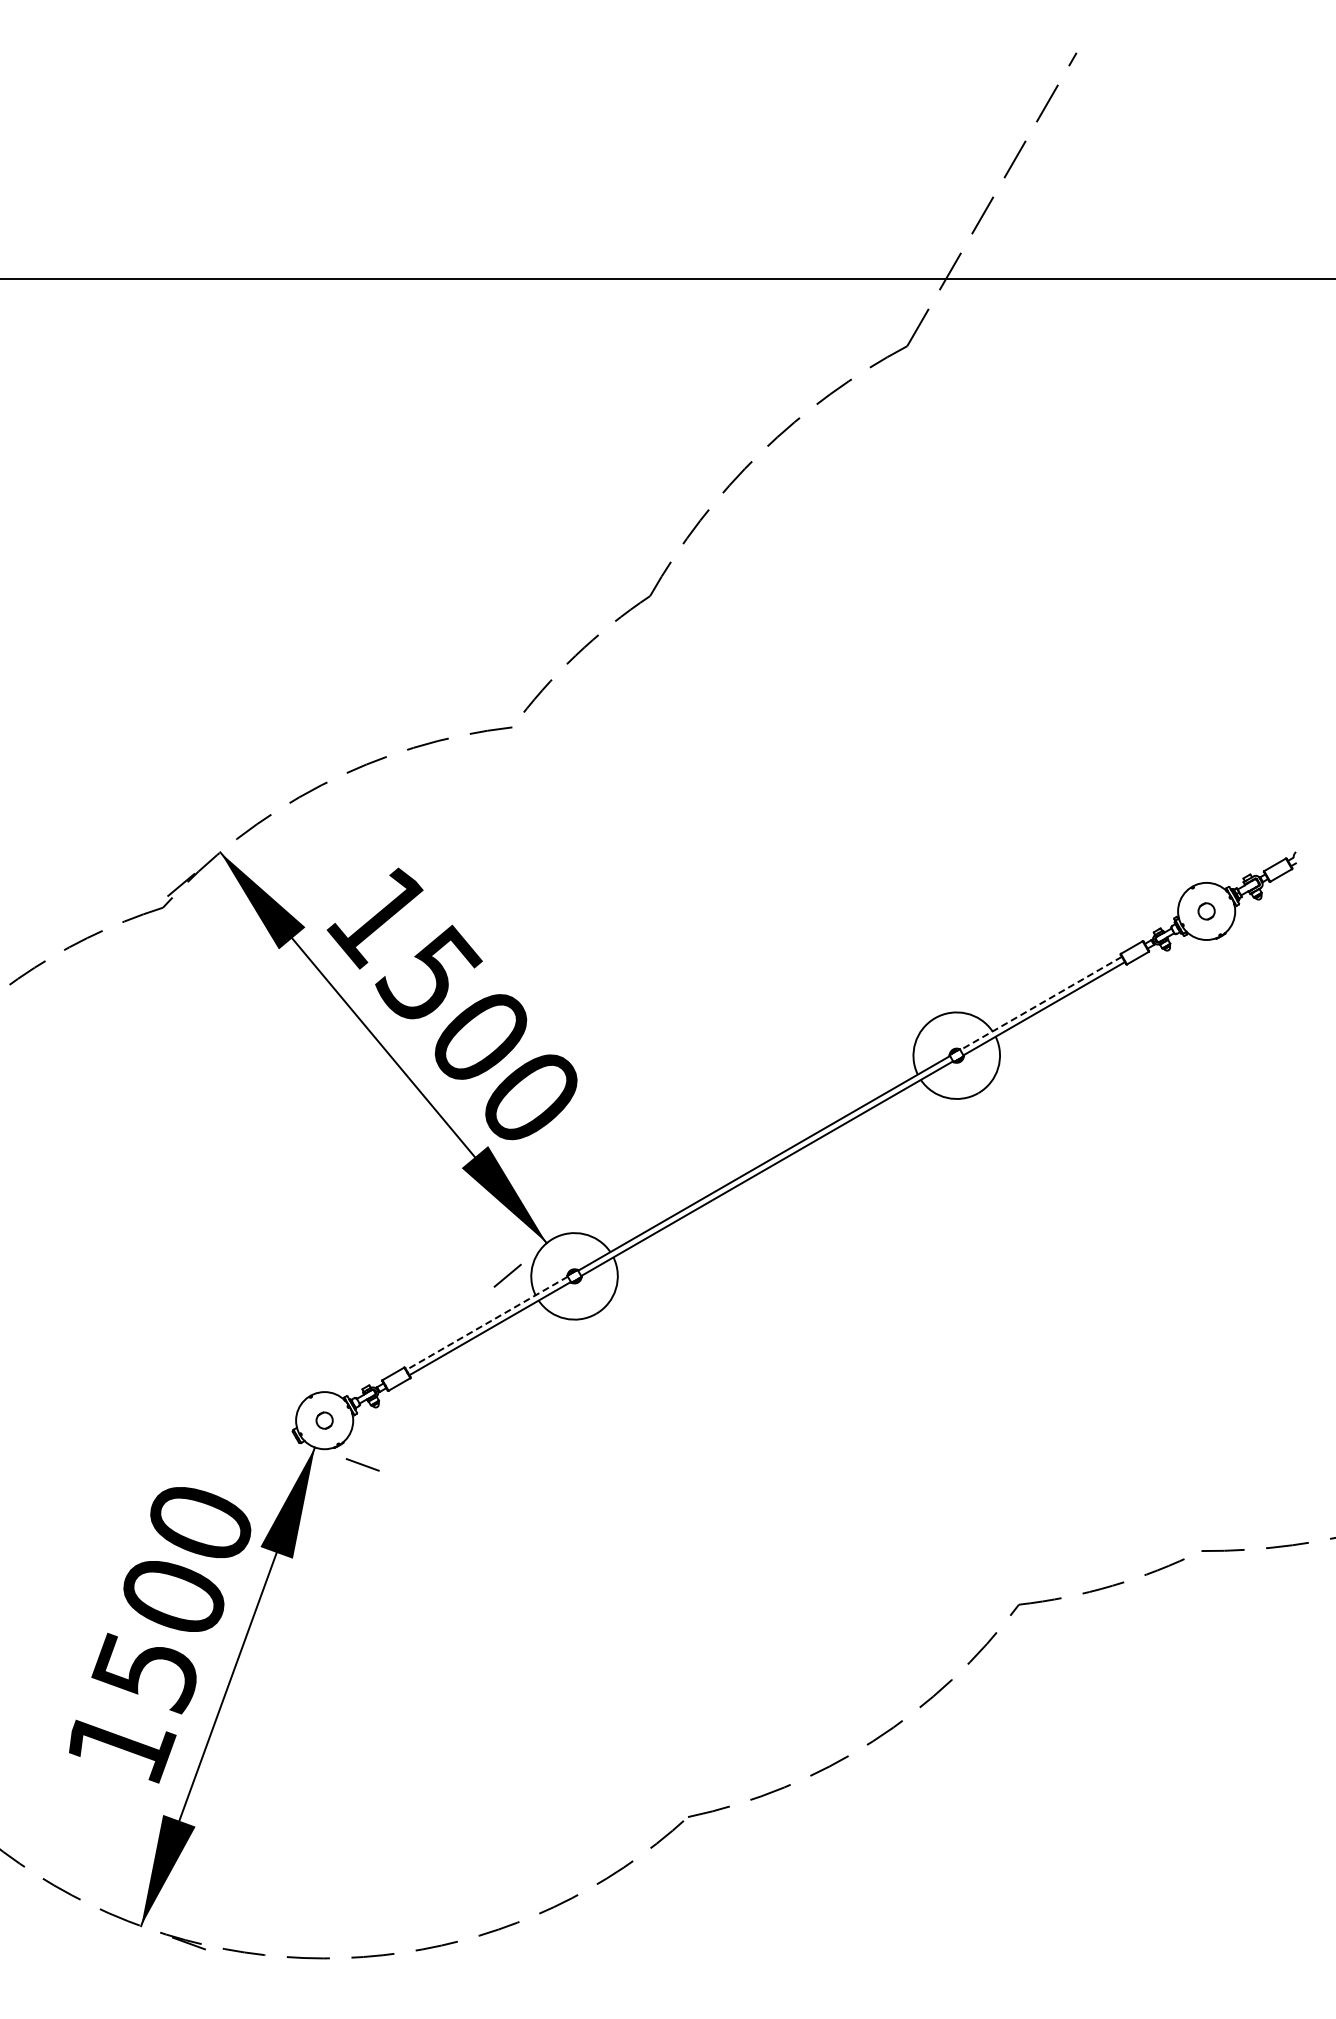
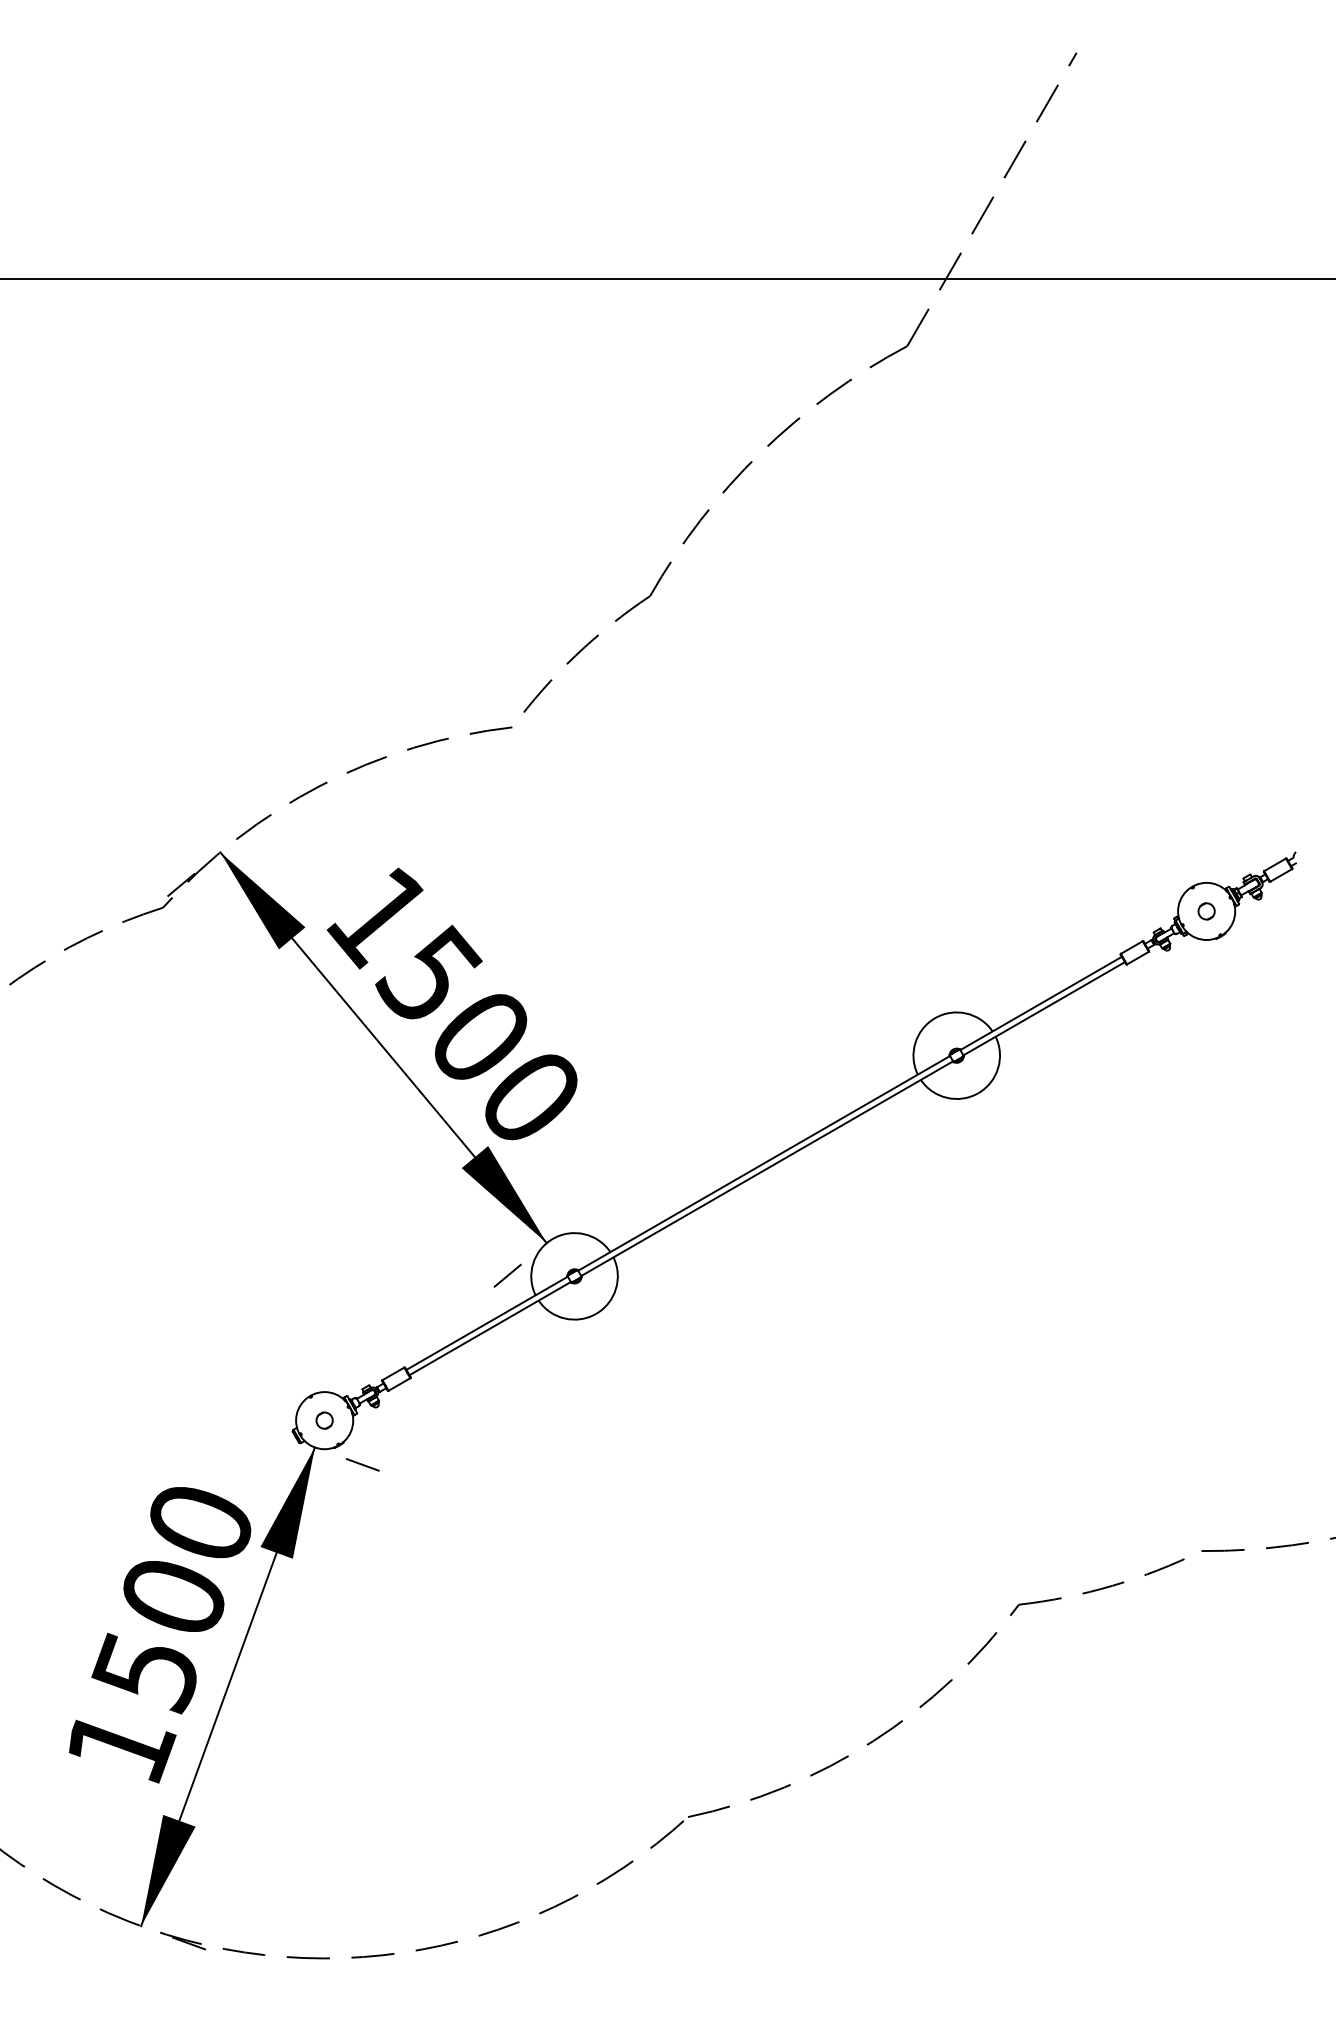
line at (1040, 1003): dashed -> solid
line at (486, 1323): dashed -> solid
